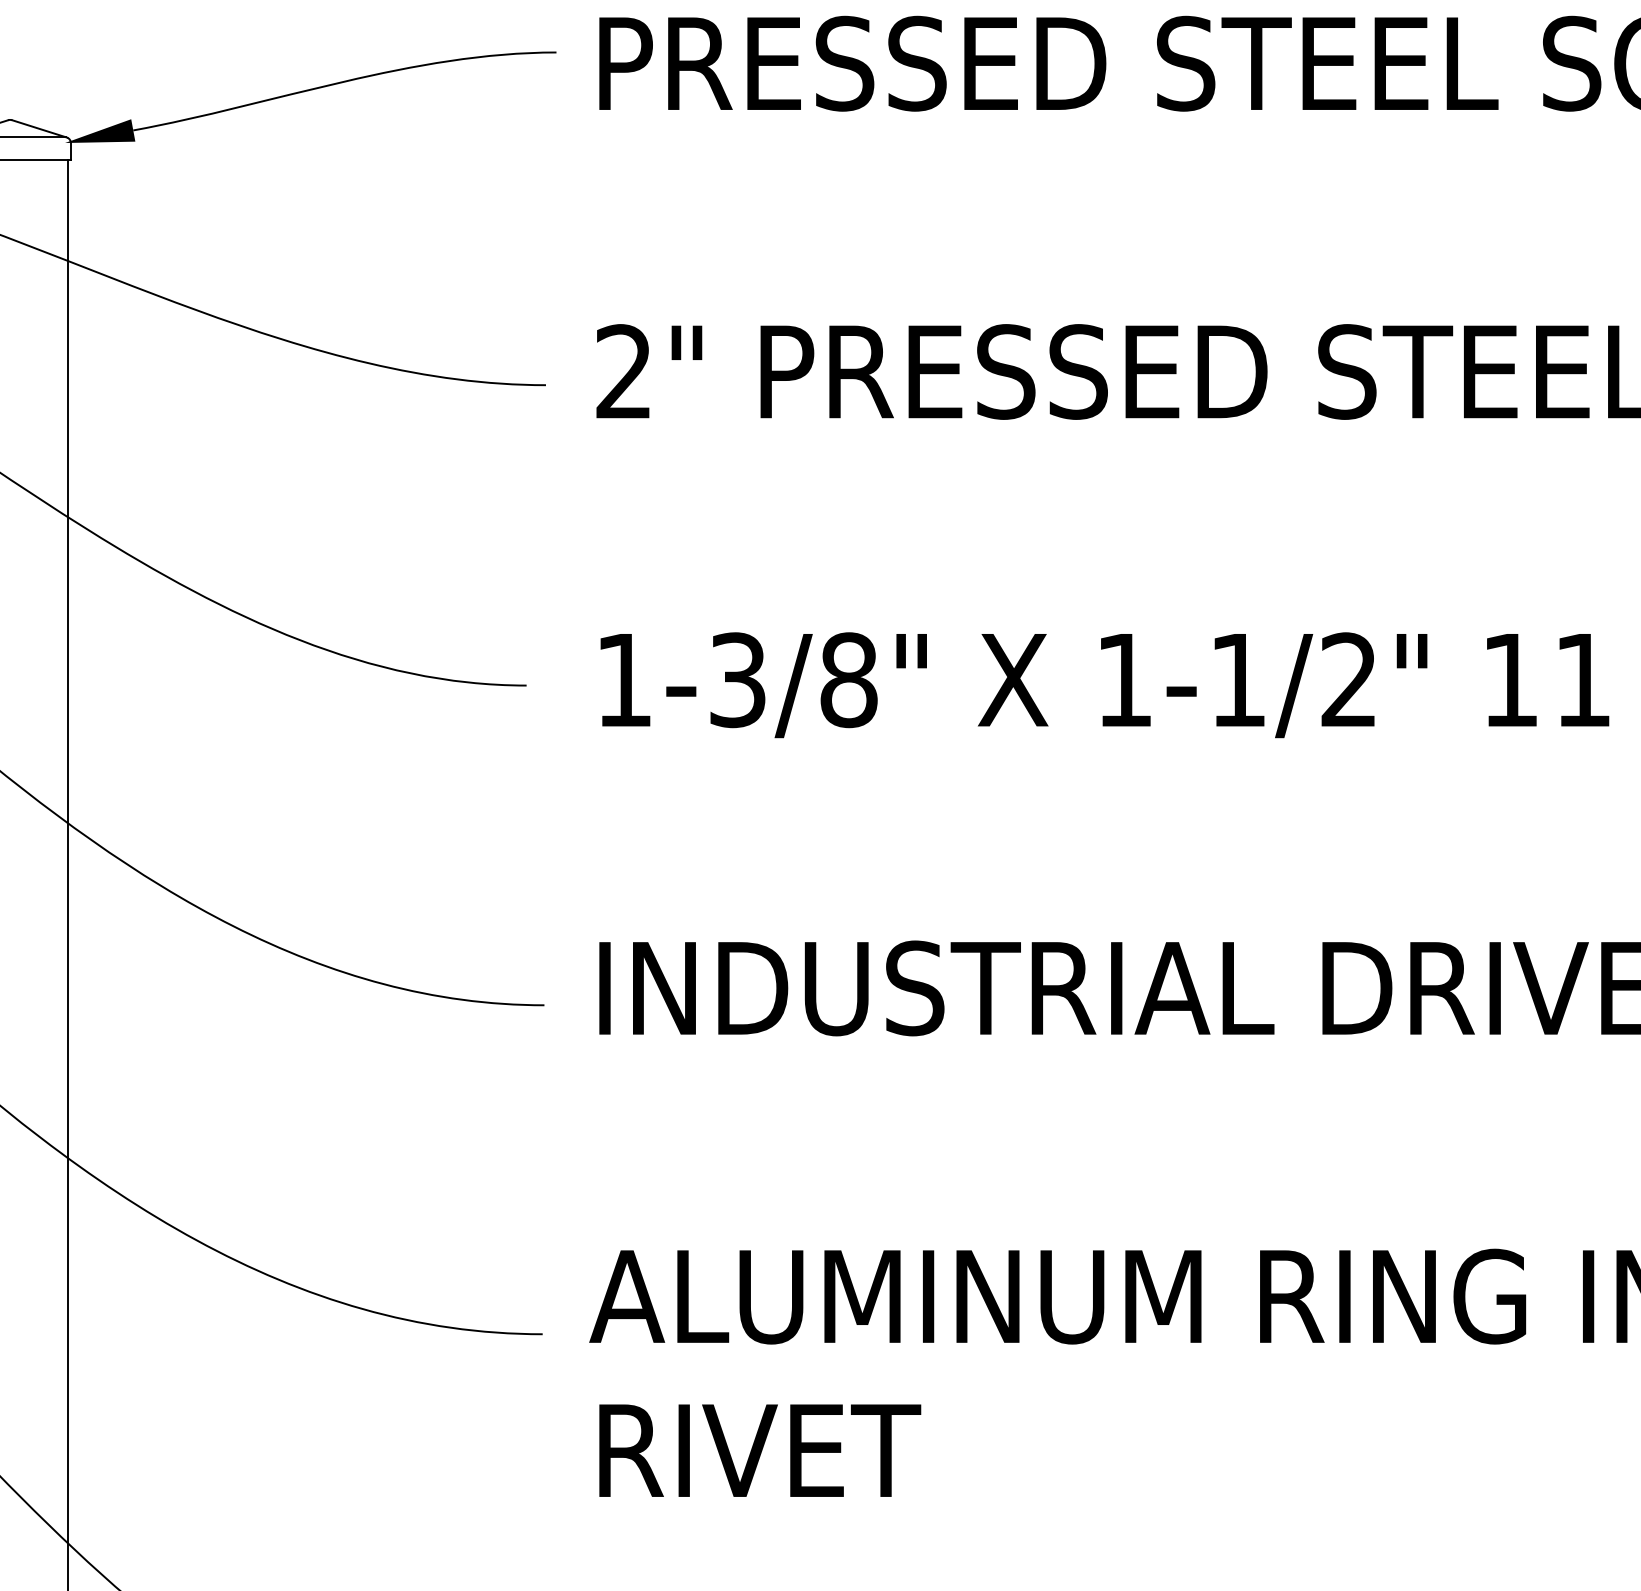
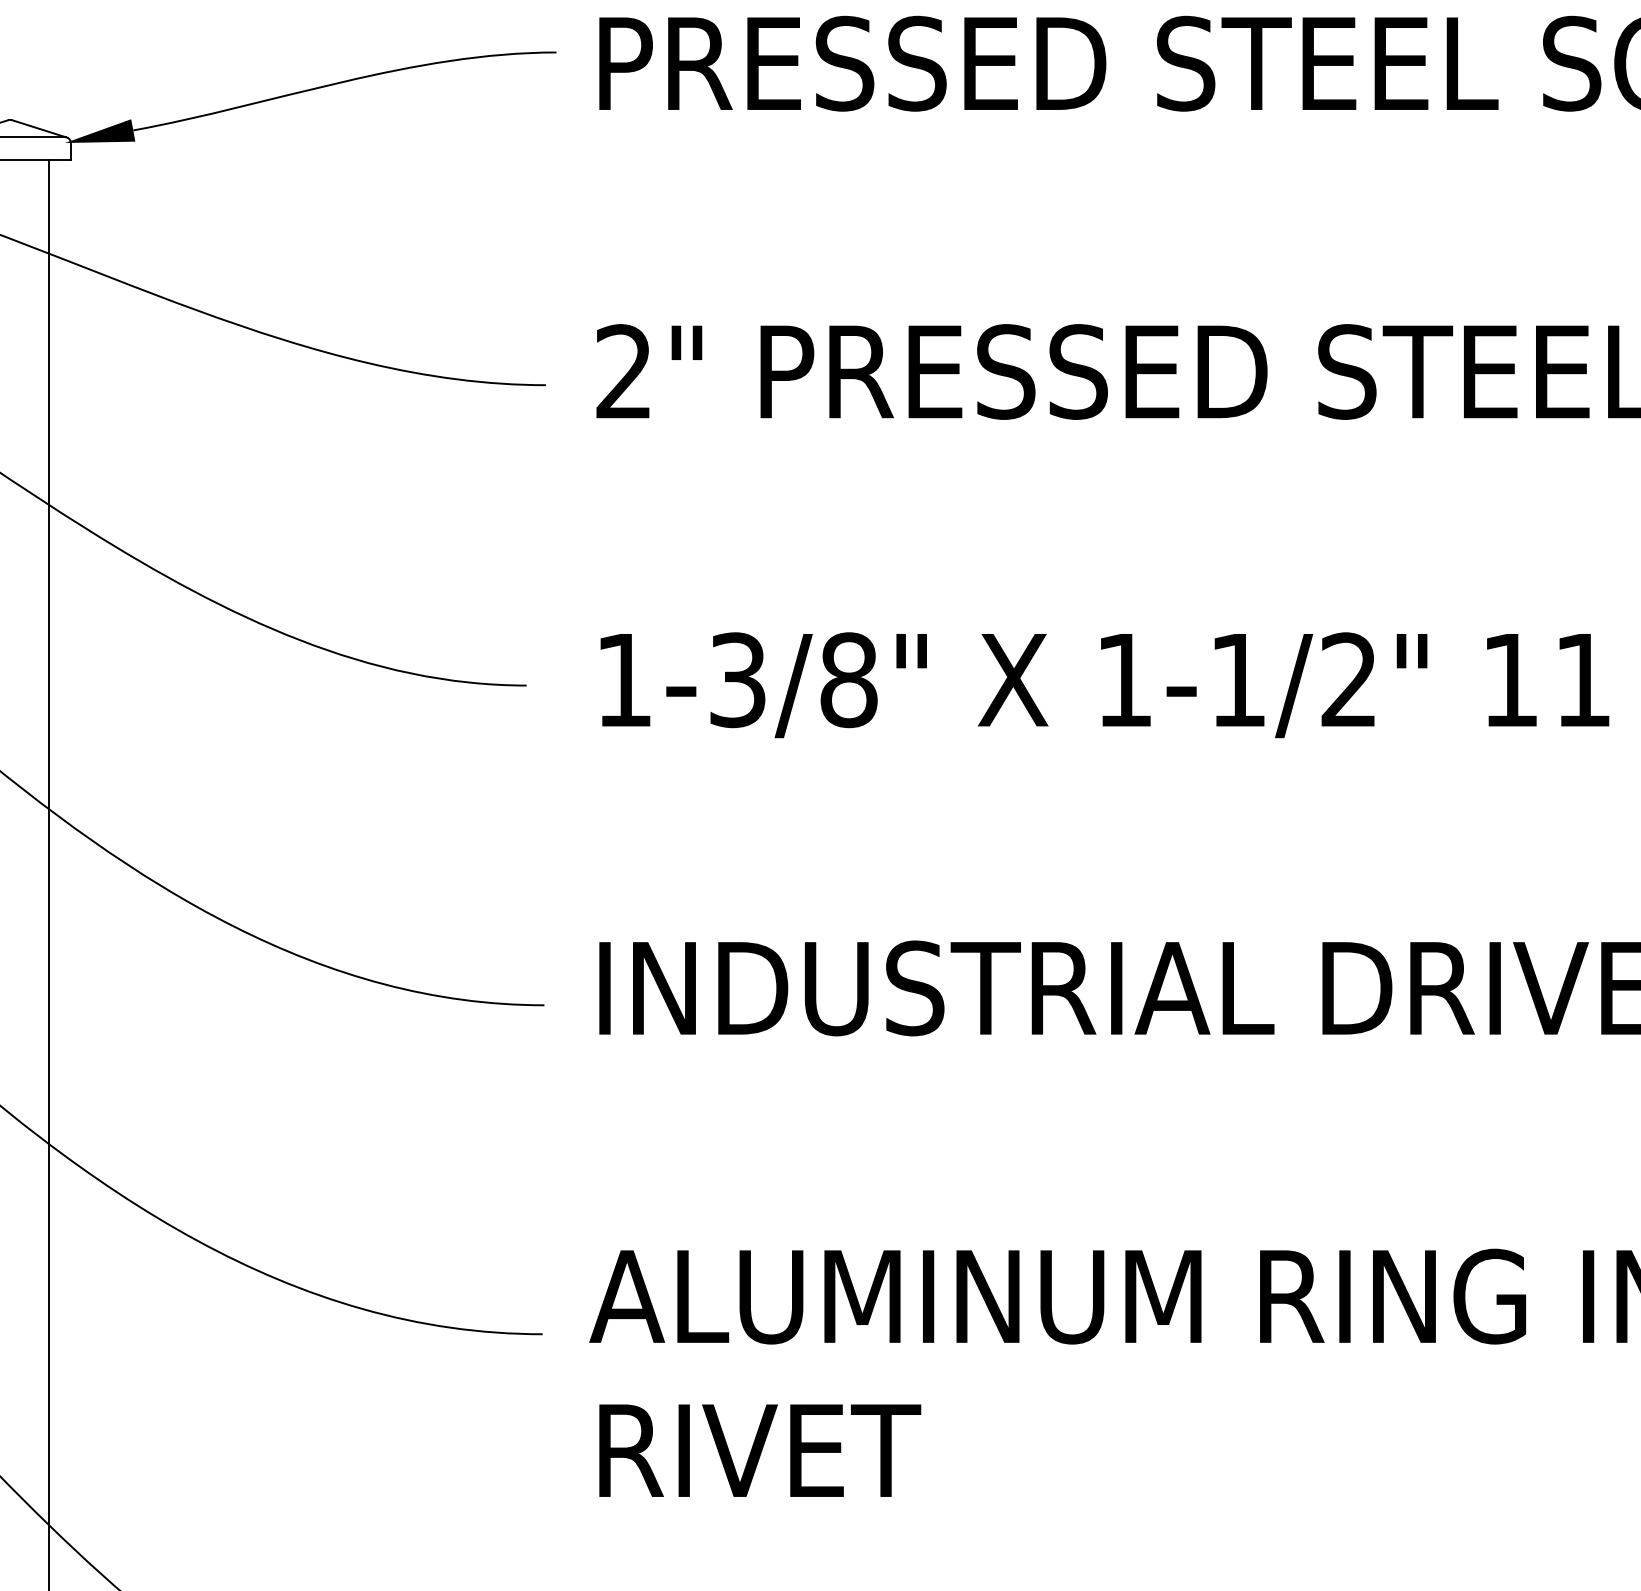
line at (68, 873) position: (68, 873) -> (49, 873)
